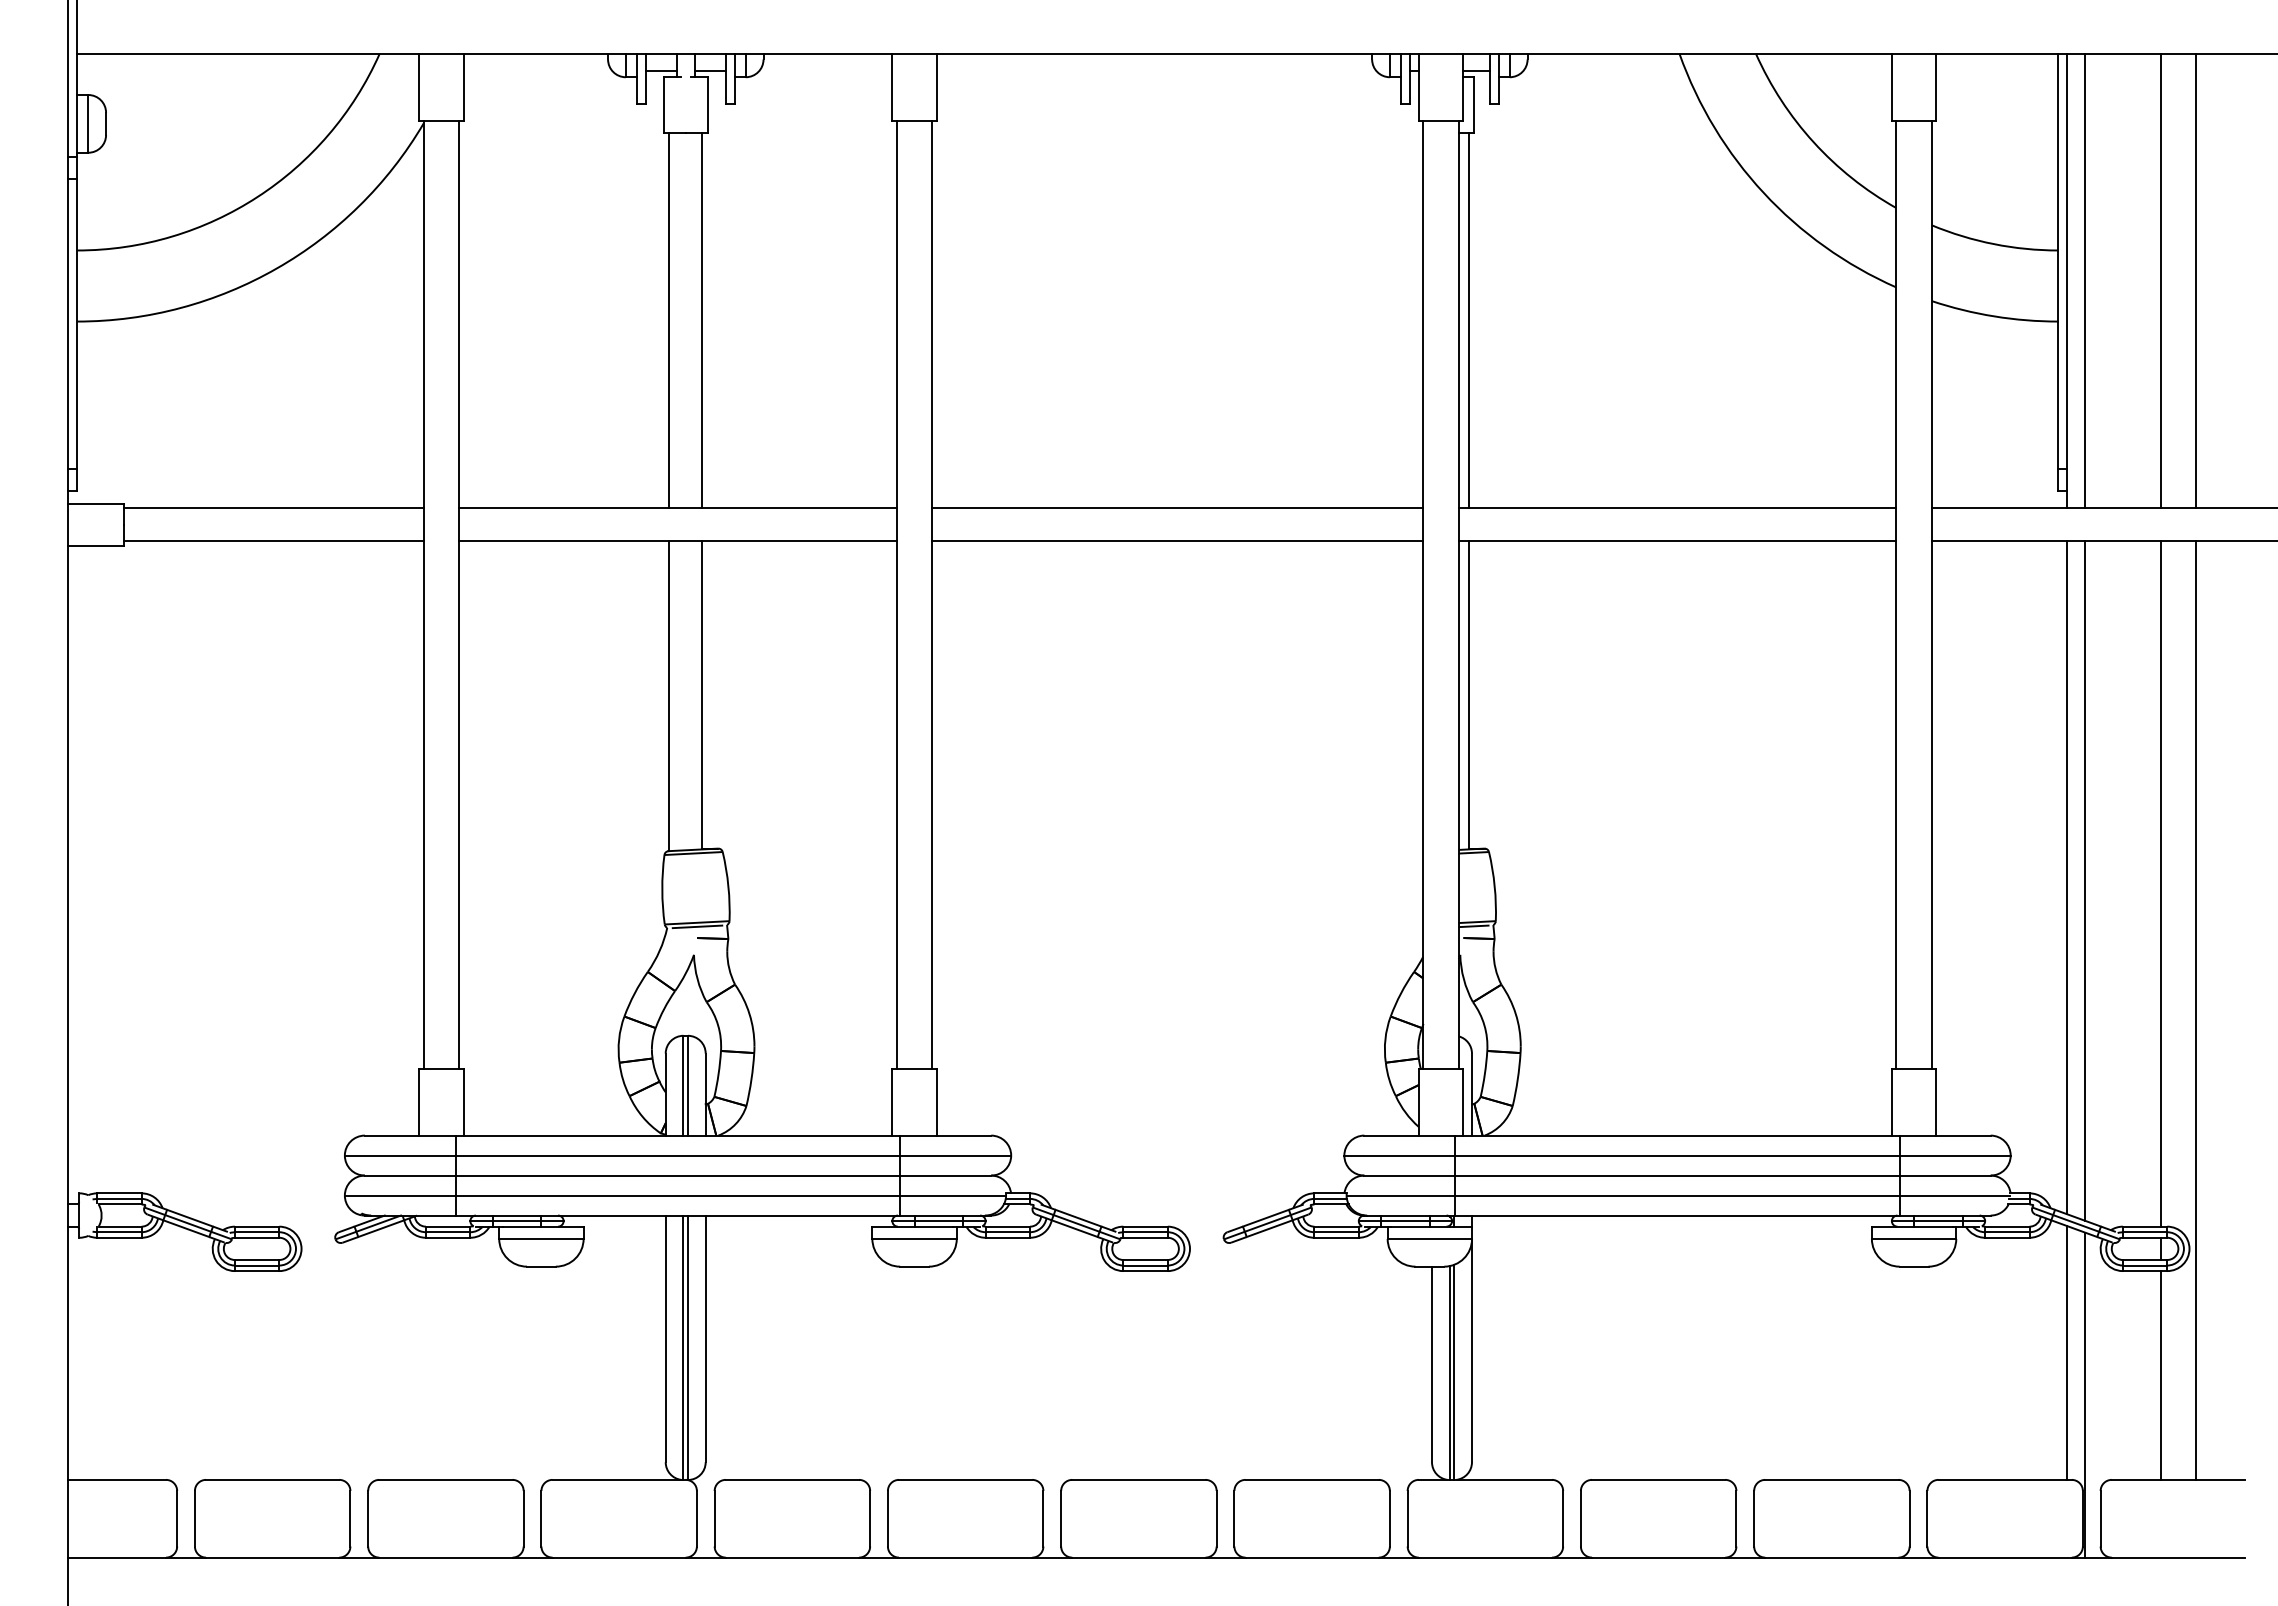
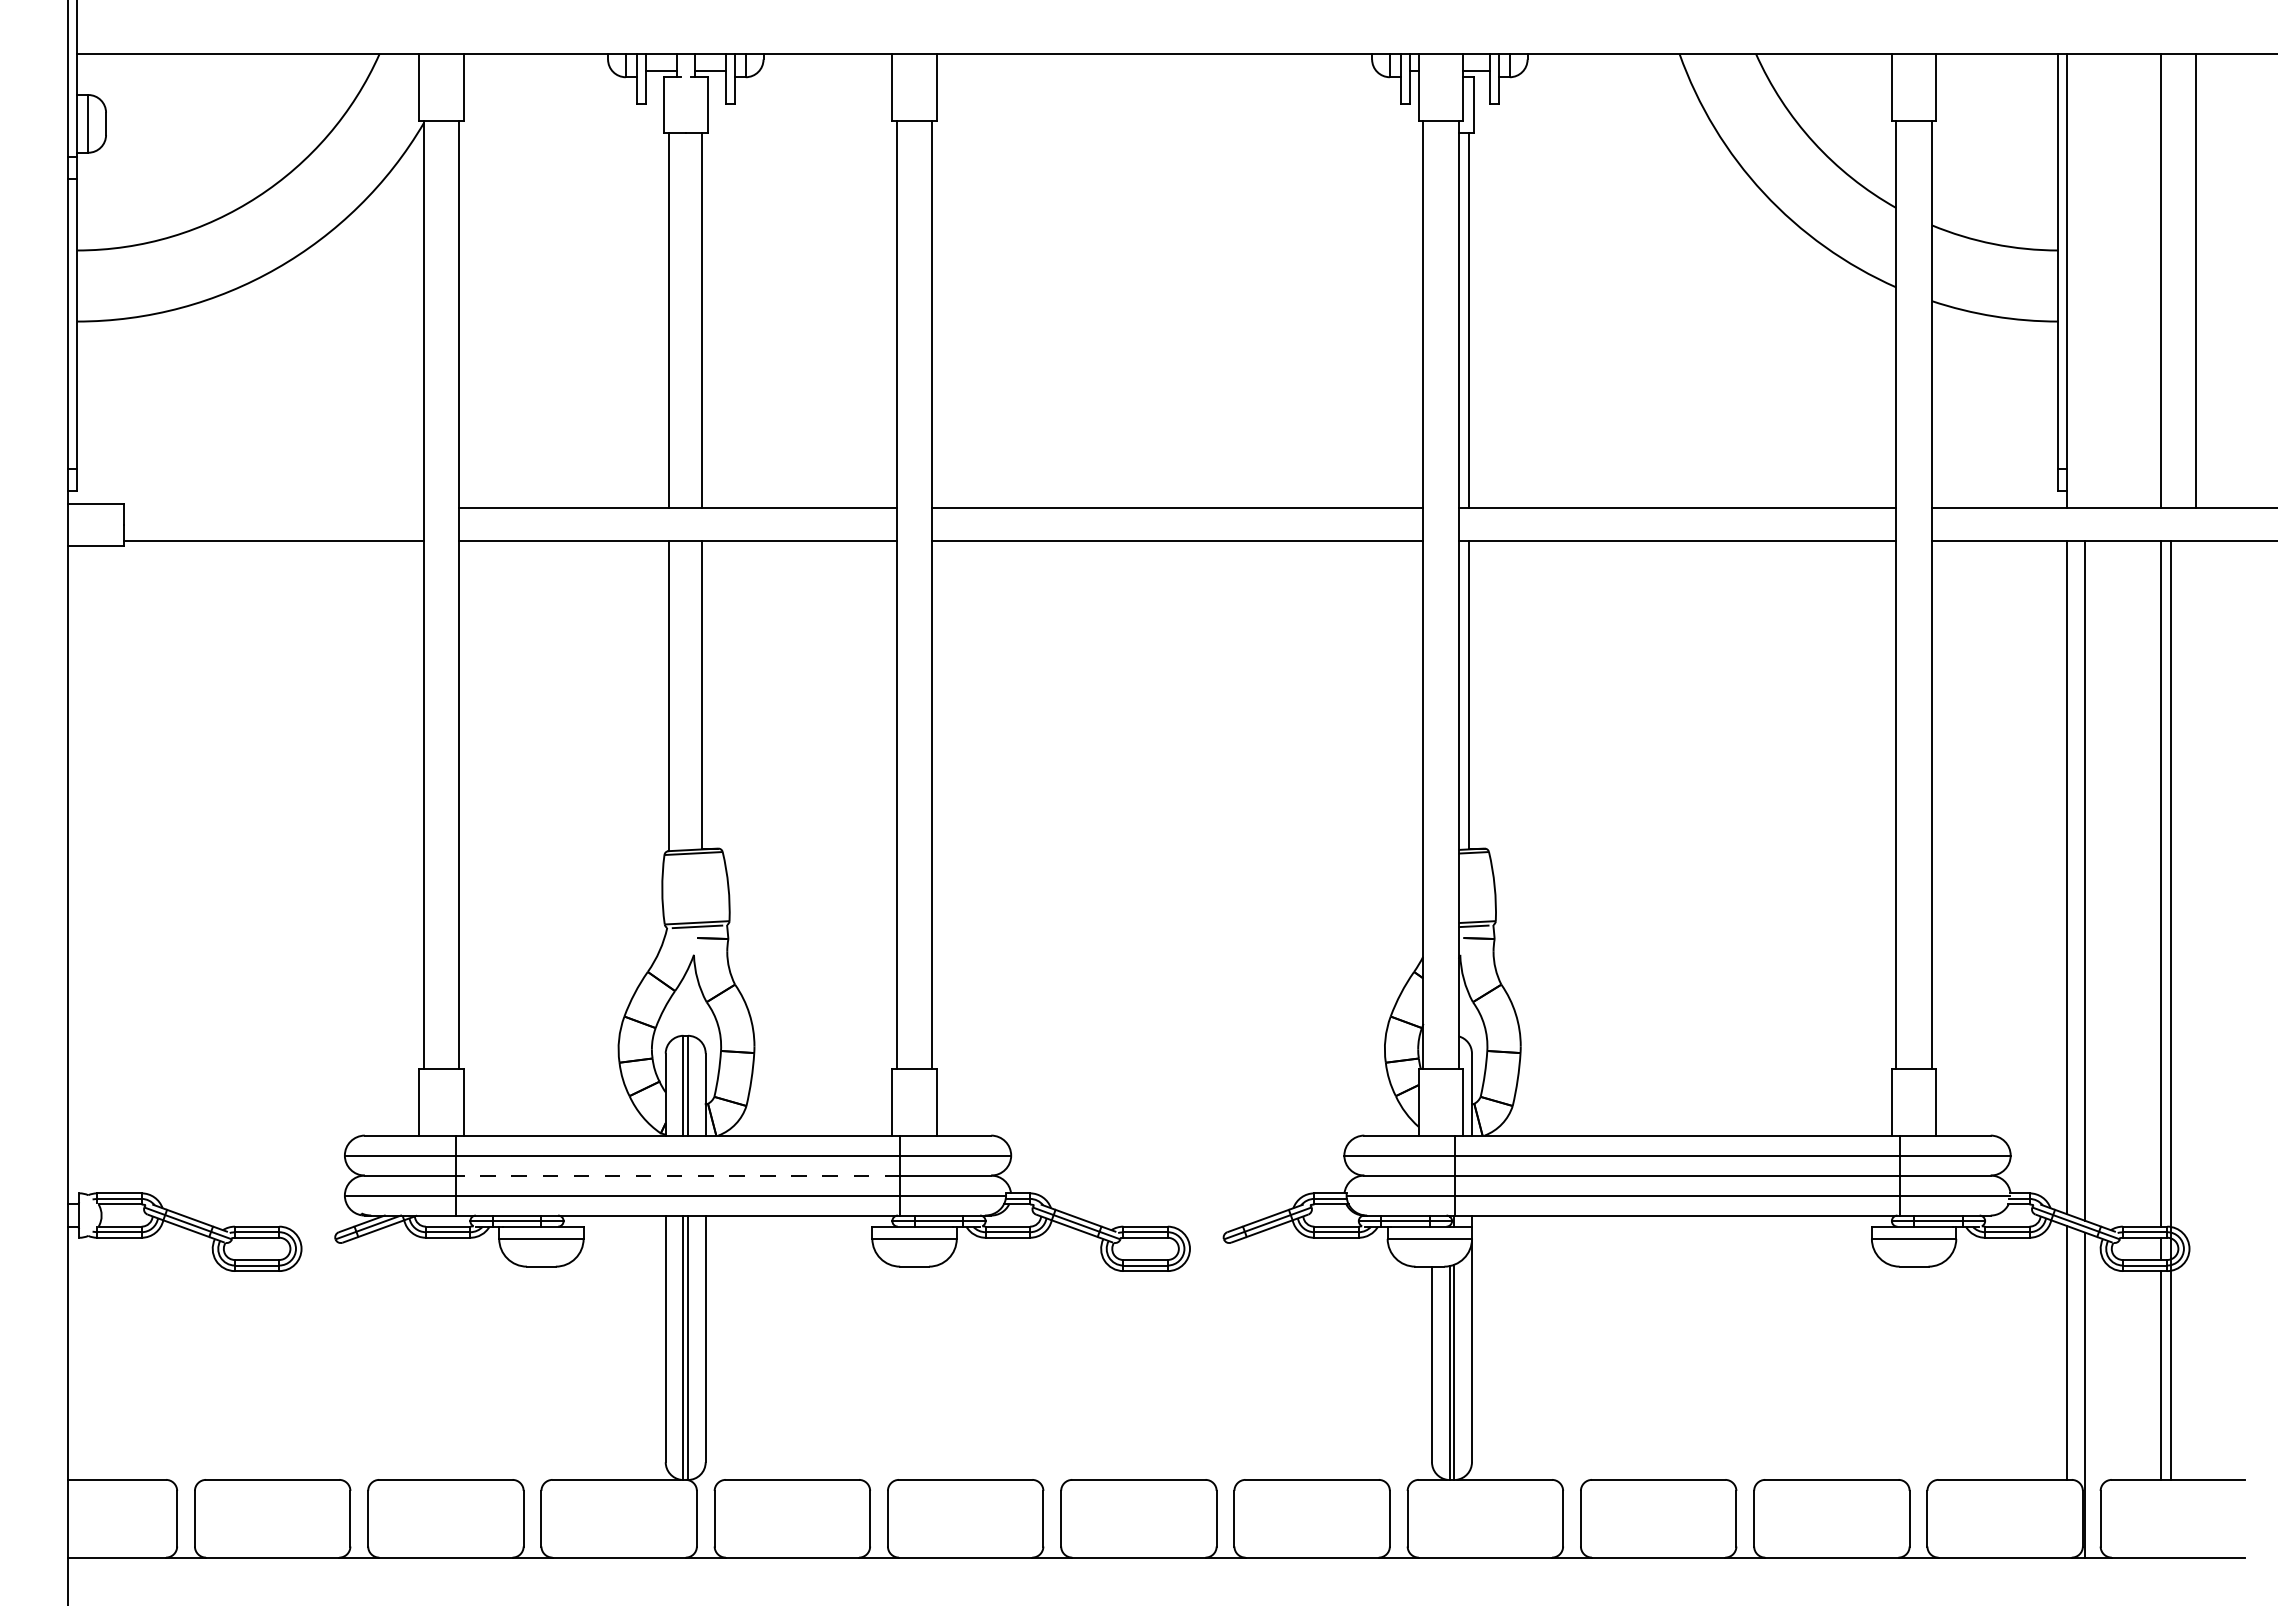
line at (2085, 280): present -> none
line at (273, 508): present -> none
line at (2196, 1010) position: (2196, 1010) -> (2171, 1010)
line at (677, 1175): solid -> dashed
